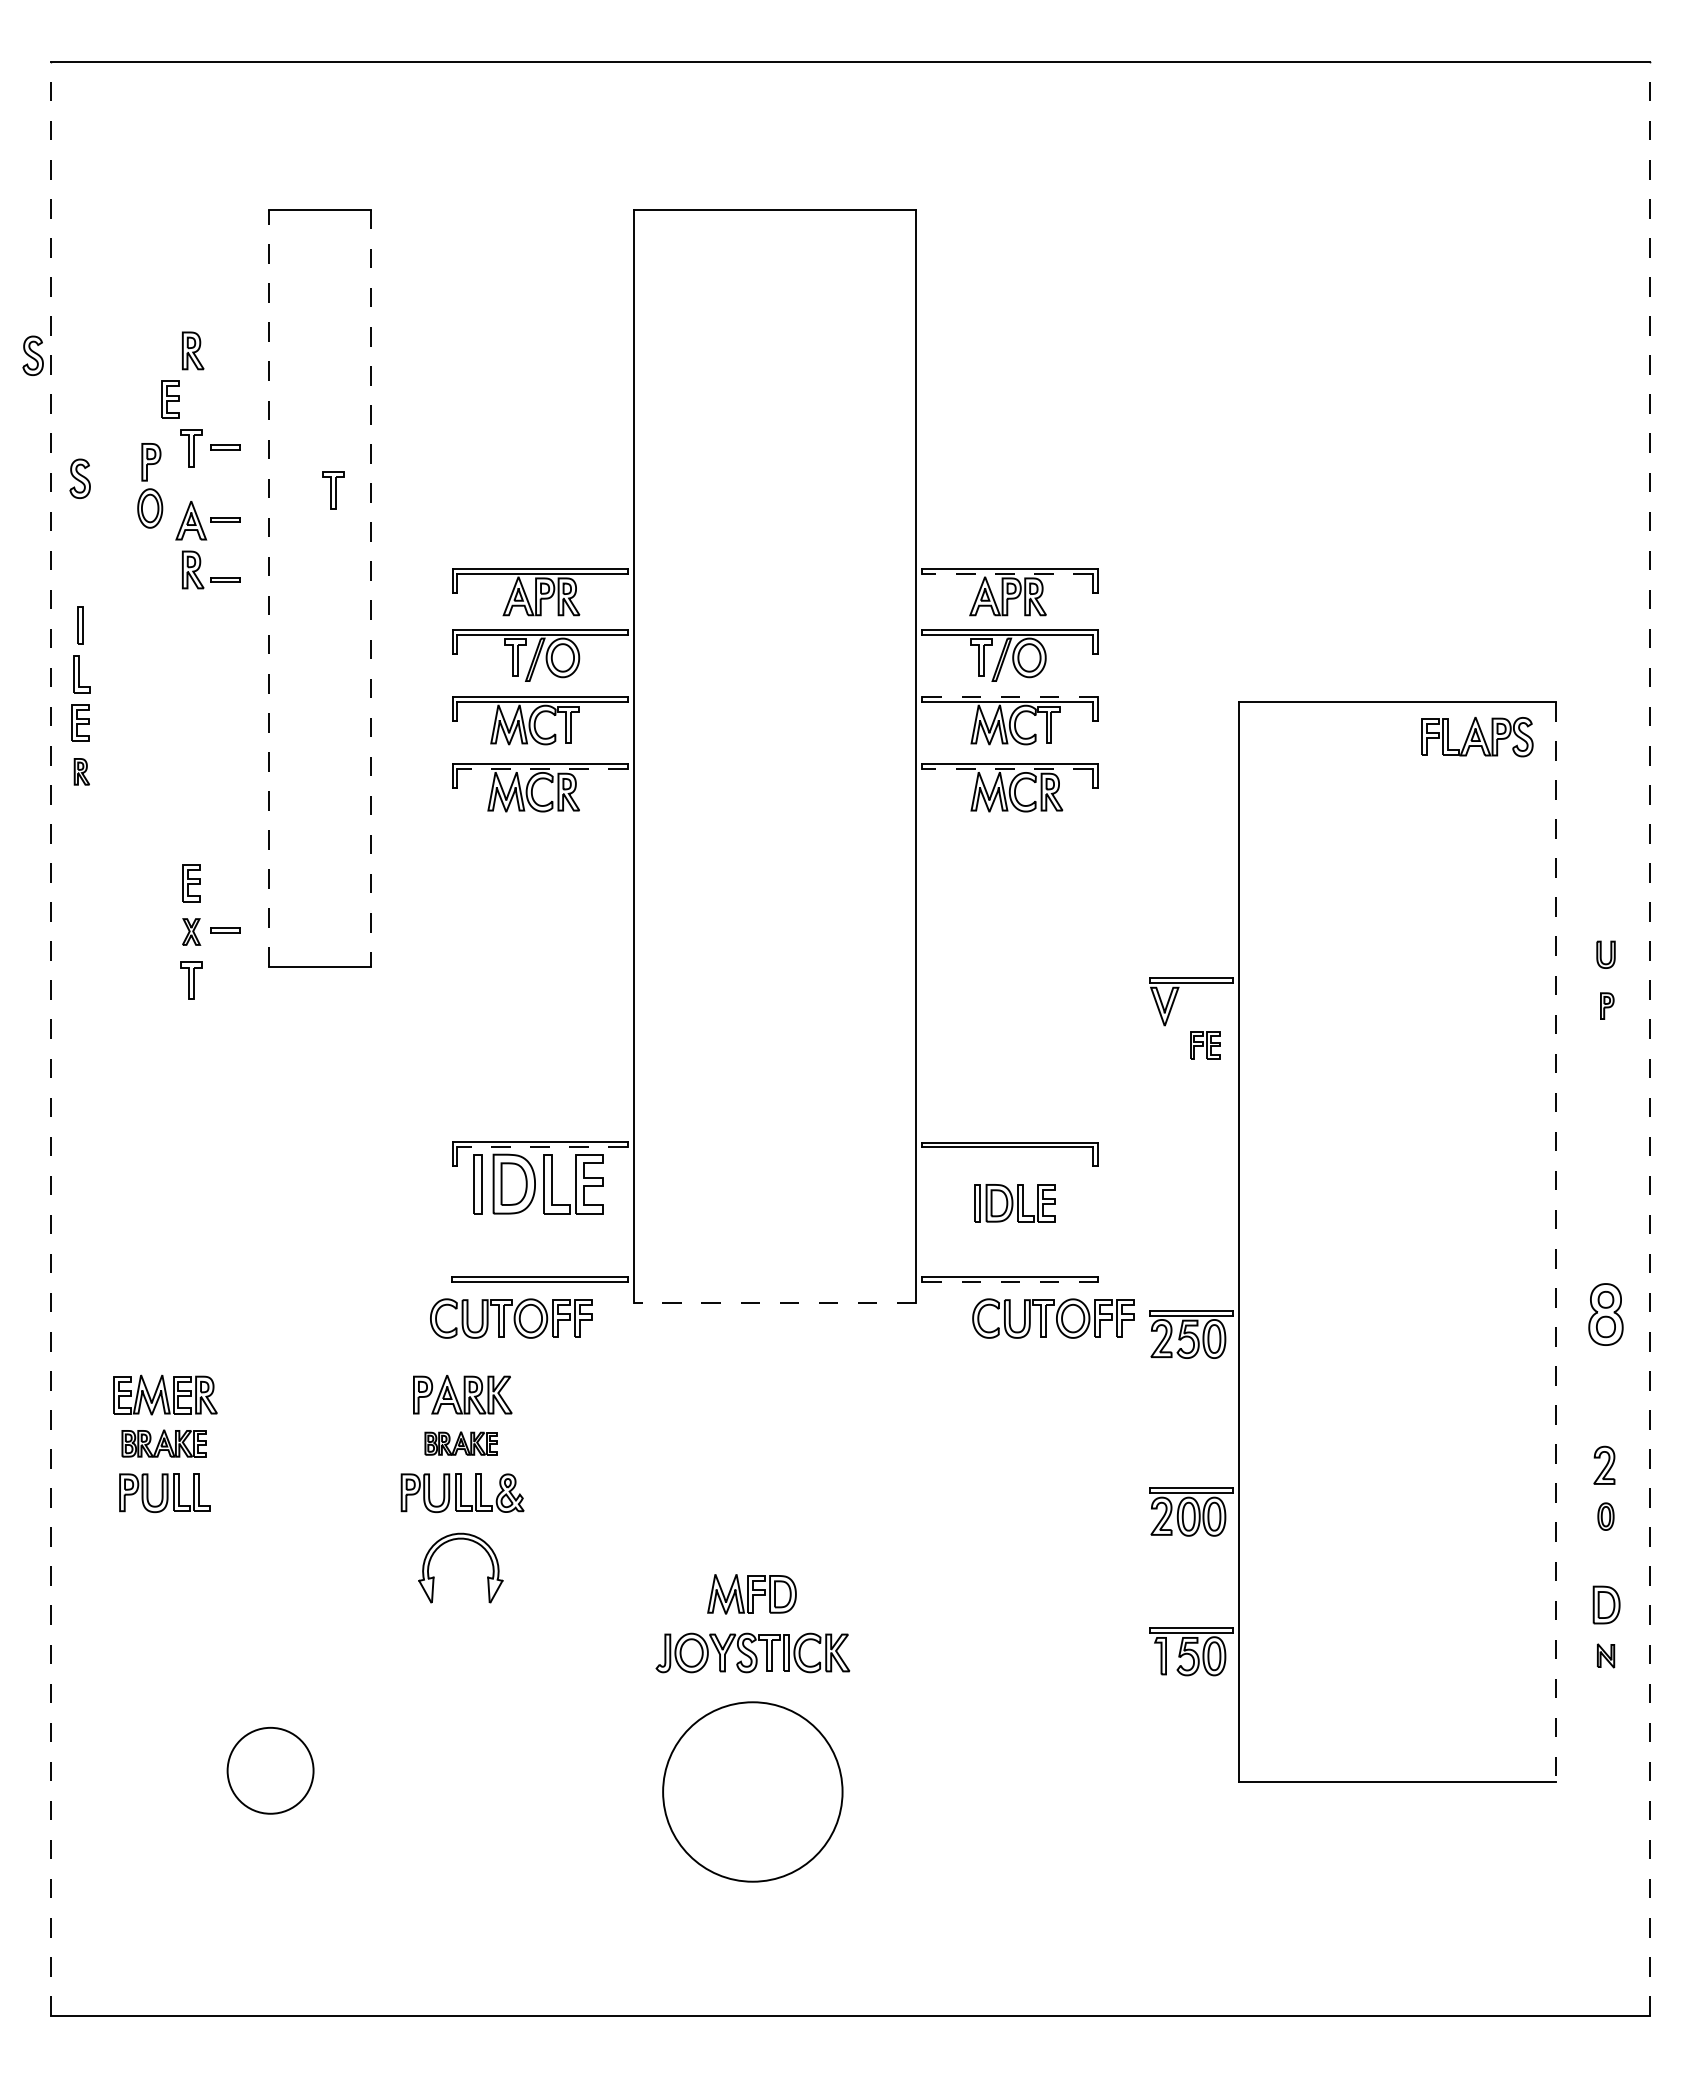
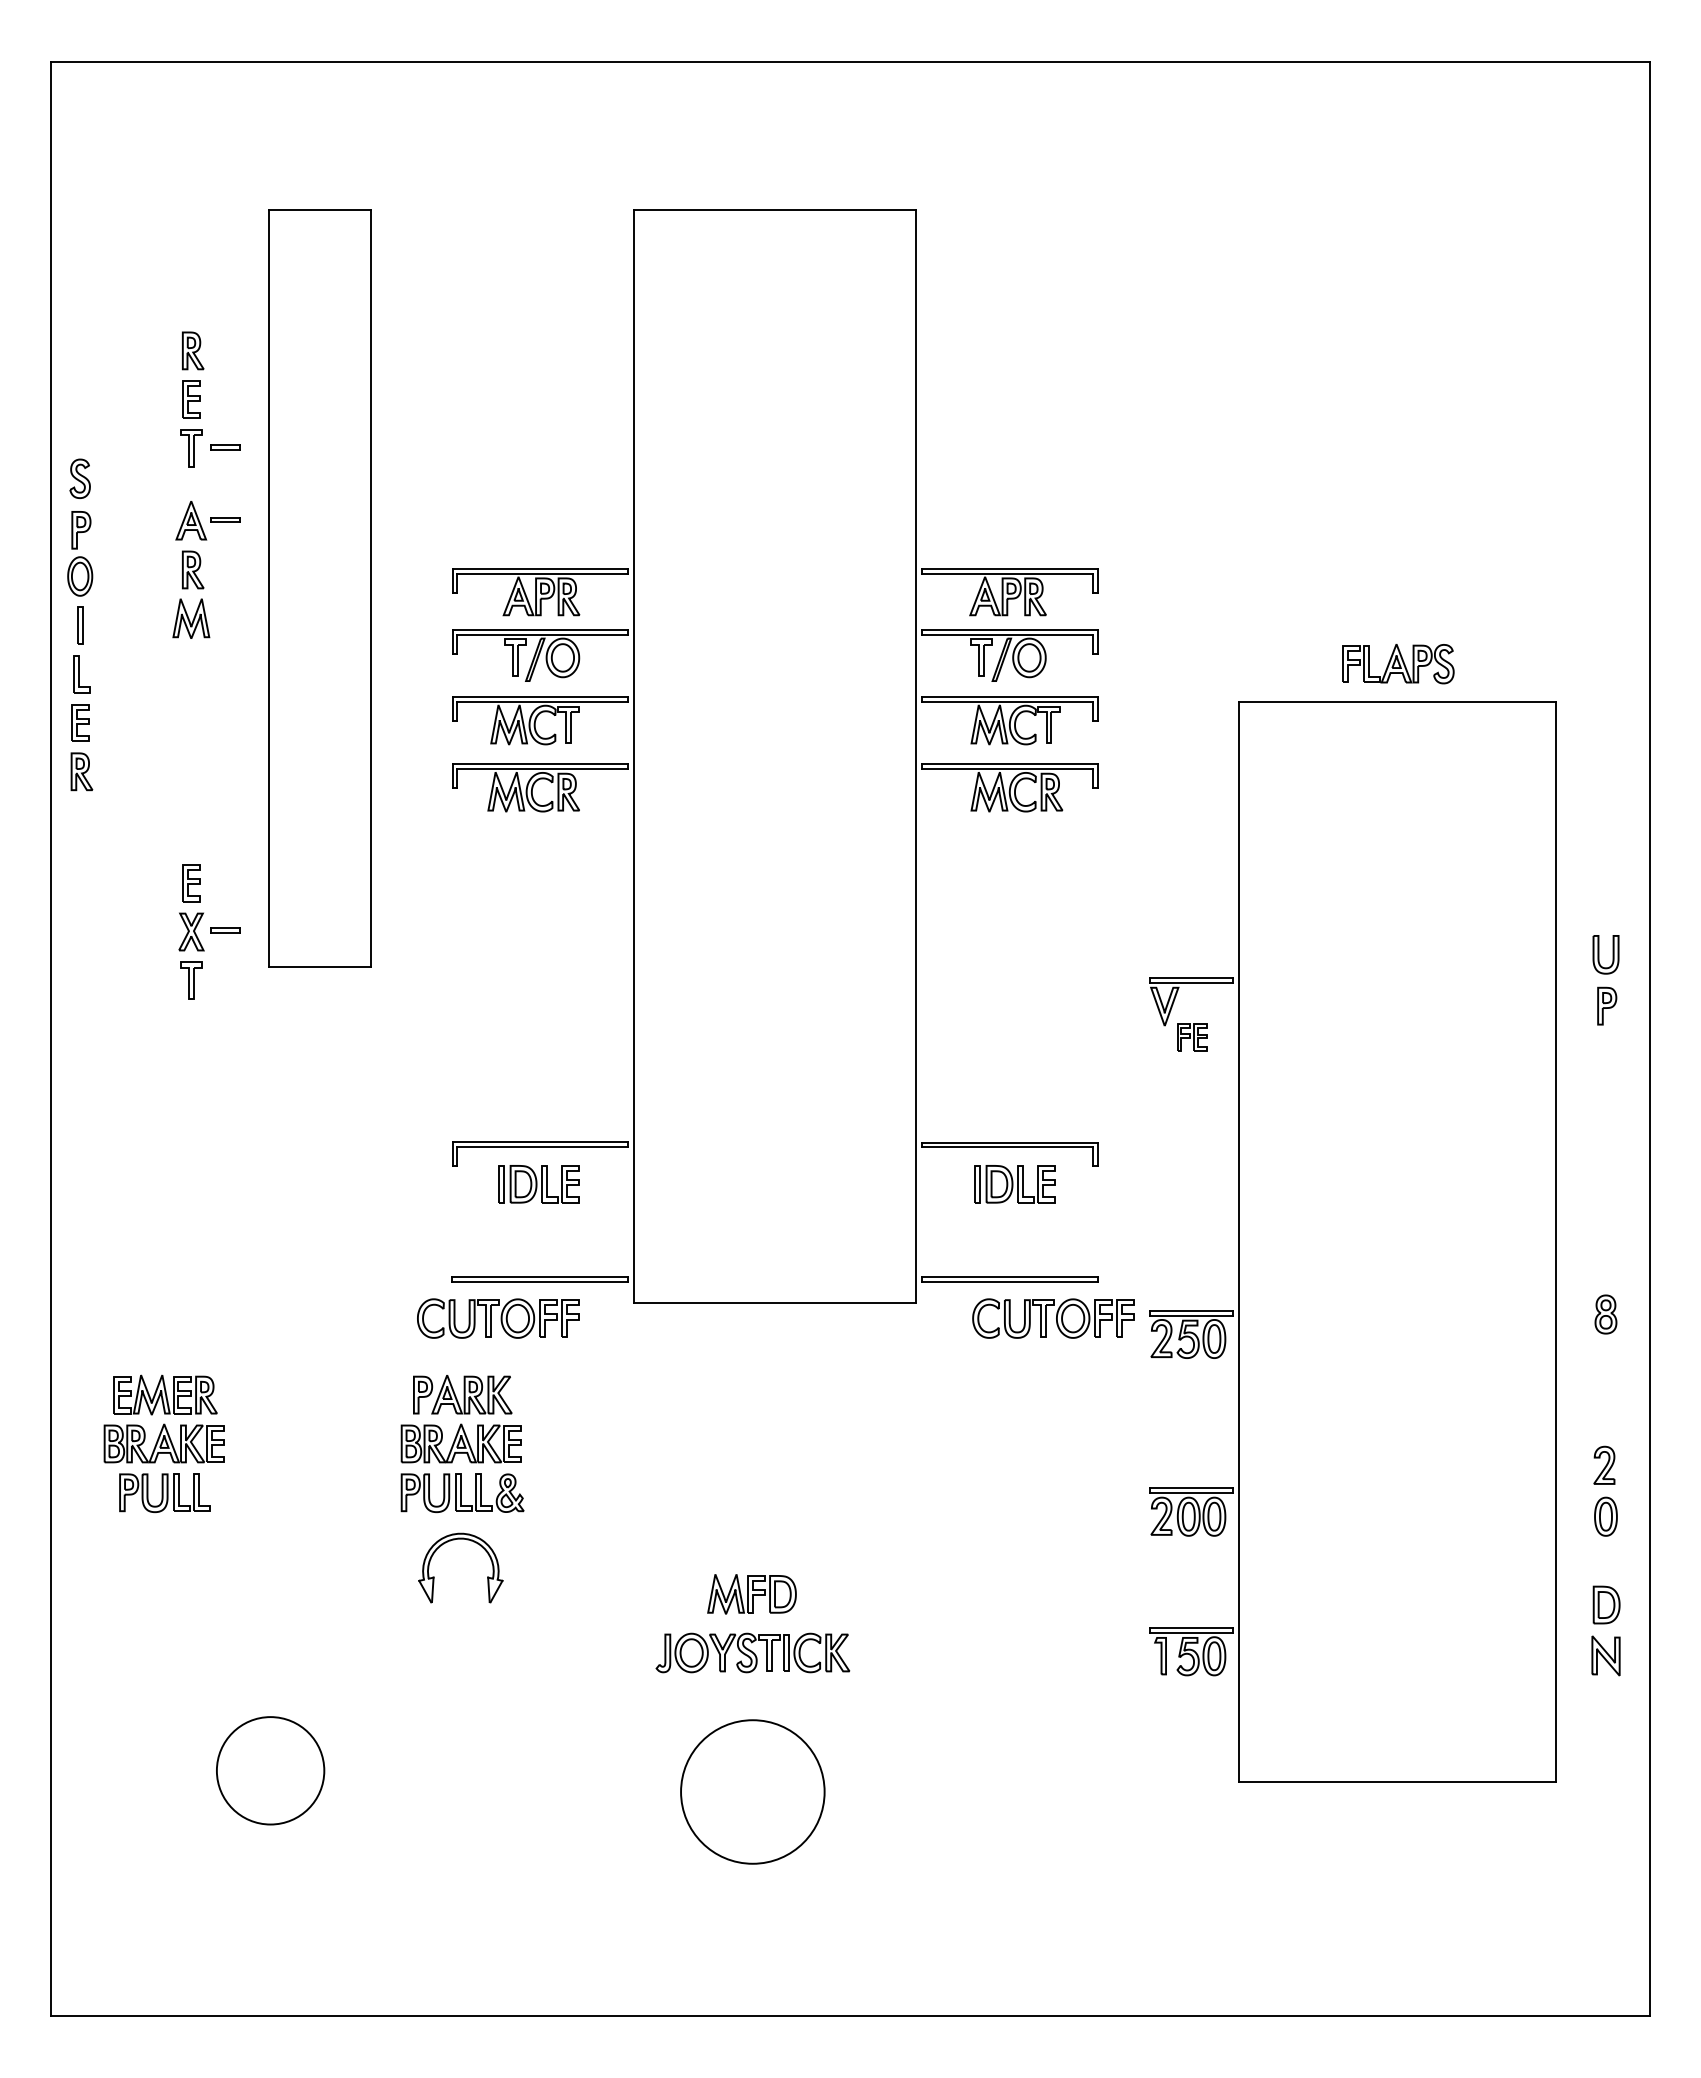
part at (32, 355): present -> none
part at (170, 399) position: (170, 399) -> (191, 399)
part at (150, 485) position: (150, 485) -> (80, 553)
part at (333, 490): present -> none
line at (1007, 573): dashed -> solid
part at (225, 579): present -> none
line at (269, 588): dashed -> solid
line at (370, 588): dashed -> solid
part at (191, 618): none -> present
line at (1010, 696): dashed -> solid
part at (1477, 737) position: (1477, 737) -> (1398, 664)
line at (542, 768): dashed -> solid
line at (1007, 768): dashed -> solid
part at (81, 771) size: 17x28 px -> 24x40 px
part at (191, 931) size: 20x28 px -> 27x40 px
part at (1605, 954) size: 20x29 px -> 28x40 px
part at (1607, 1005) size: 15x28 px -> 21x40 px
line at (50, 1039): dashed -> solid
line at (1650, 1039): dashed -> solid
part at (1205, 1045) position: (1205, 1045) -> (1192, 1037)
line at (542, 1147): dashed -> solid
part at (538, 1183) size: 131x62 px -> 82x39 px
part at (1014, 1203) position: (1014, 1203) -> (1014, 1184)
line at (1555, 1242): dashed -> solid
line at (1010, 1281): dashed -> solid
line at (774, 1303): dashed -> solid
part at (1605, 1314) size: 36x63 px -> 24x41 px
part at (511, 1318) position: (511, 1318) -> (498, 1318)
part at (163, 1443) size: 86x29 px -> 122x41 px
part at (460, 1443) size: 74x25 px -> 122x41 px
part at (1605, 1516) size: 18x29 px -> 24x41 px
part at (1606, 1655) size: 19x26 px -> 30x42 px
circle at (270, 1770) diameter: 86 px -> 107 px
circle at (752, 1791) diameter: 179 px -> 144 px
